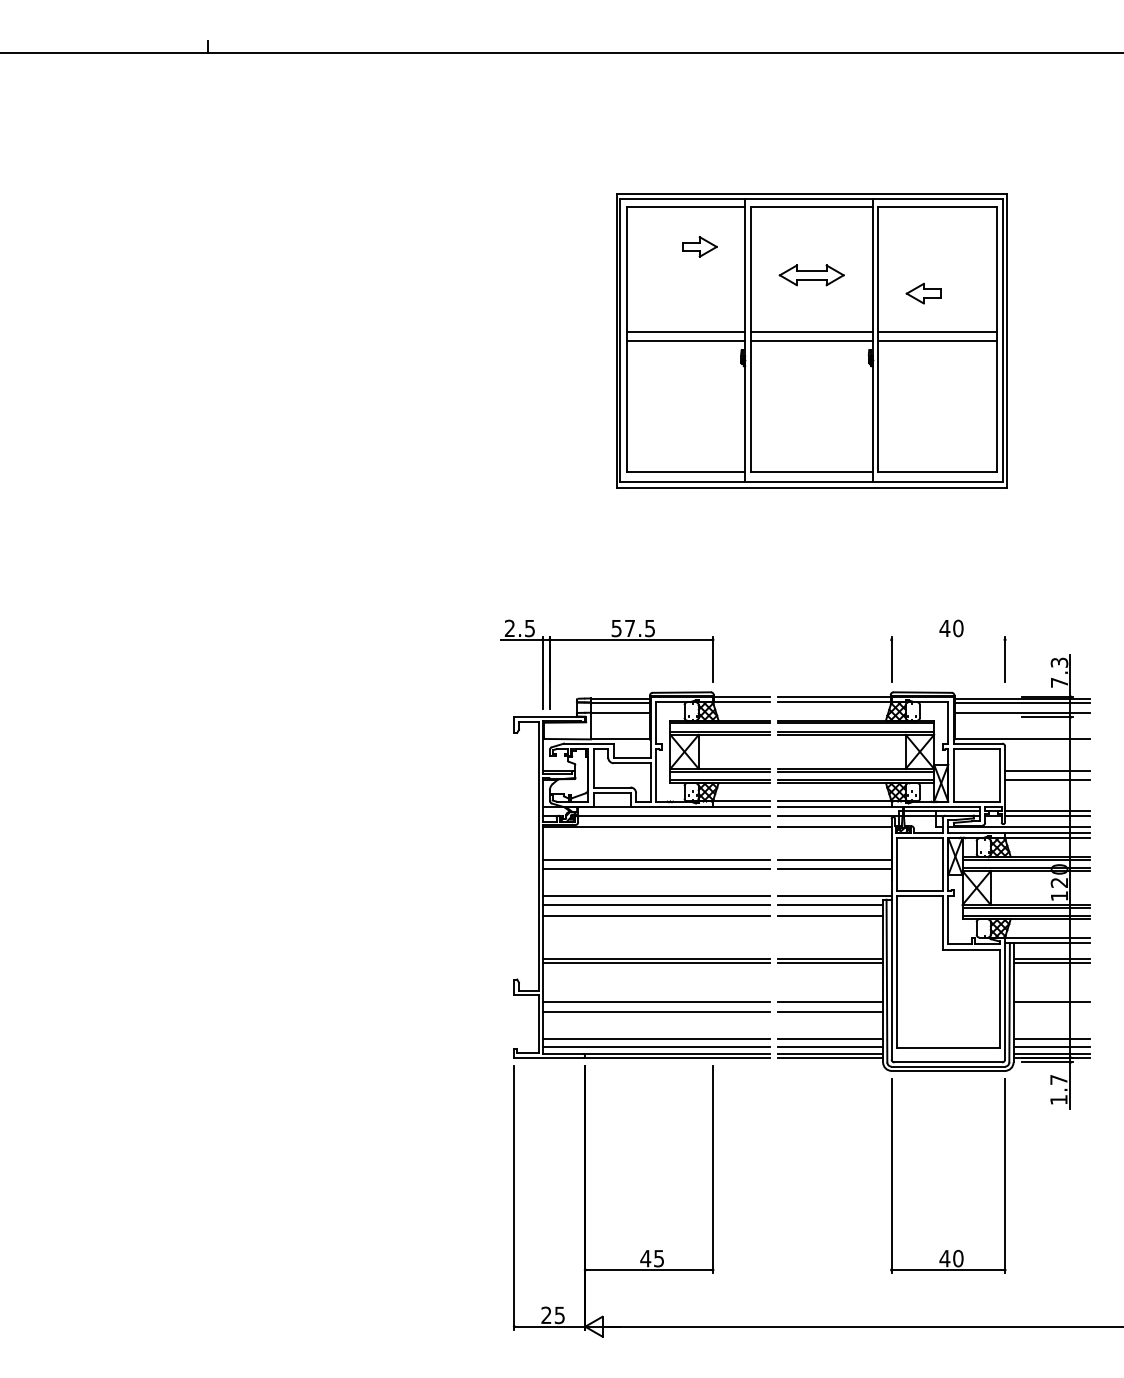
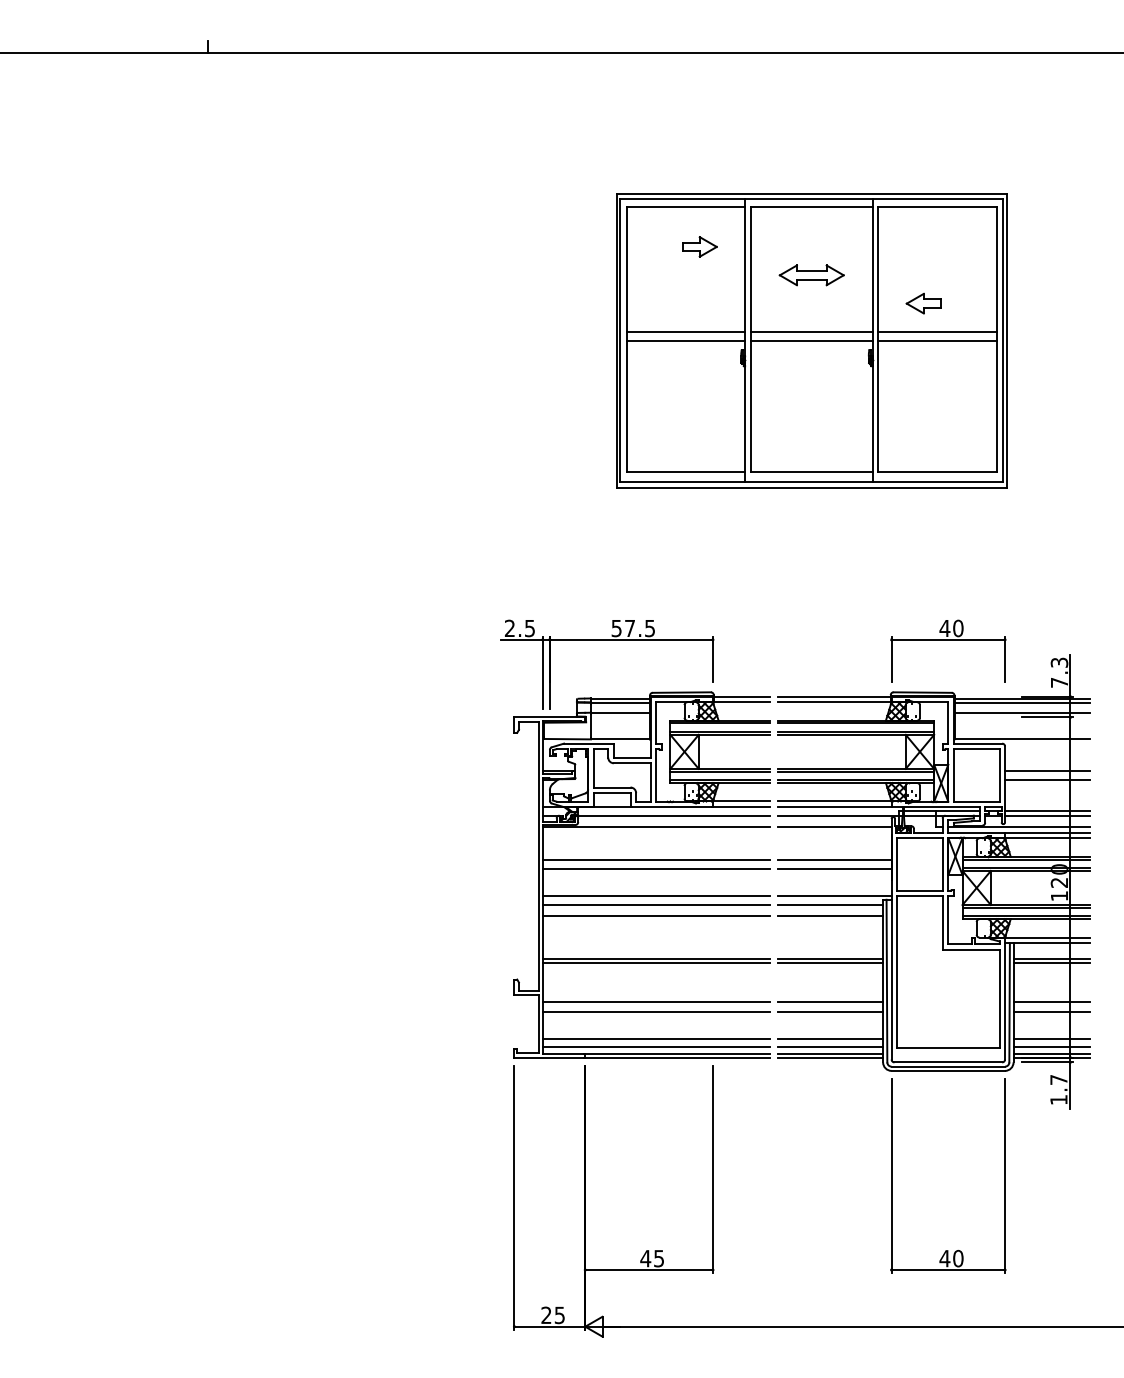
part at (923, 293) position: (923, 293) -> (923, 303)
line at (948, 639): none -> present
line at (1051, 1011): none -> present
